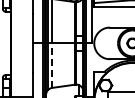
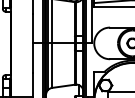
line at (52, 65): dashed -> solid
